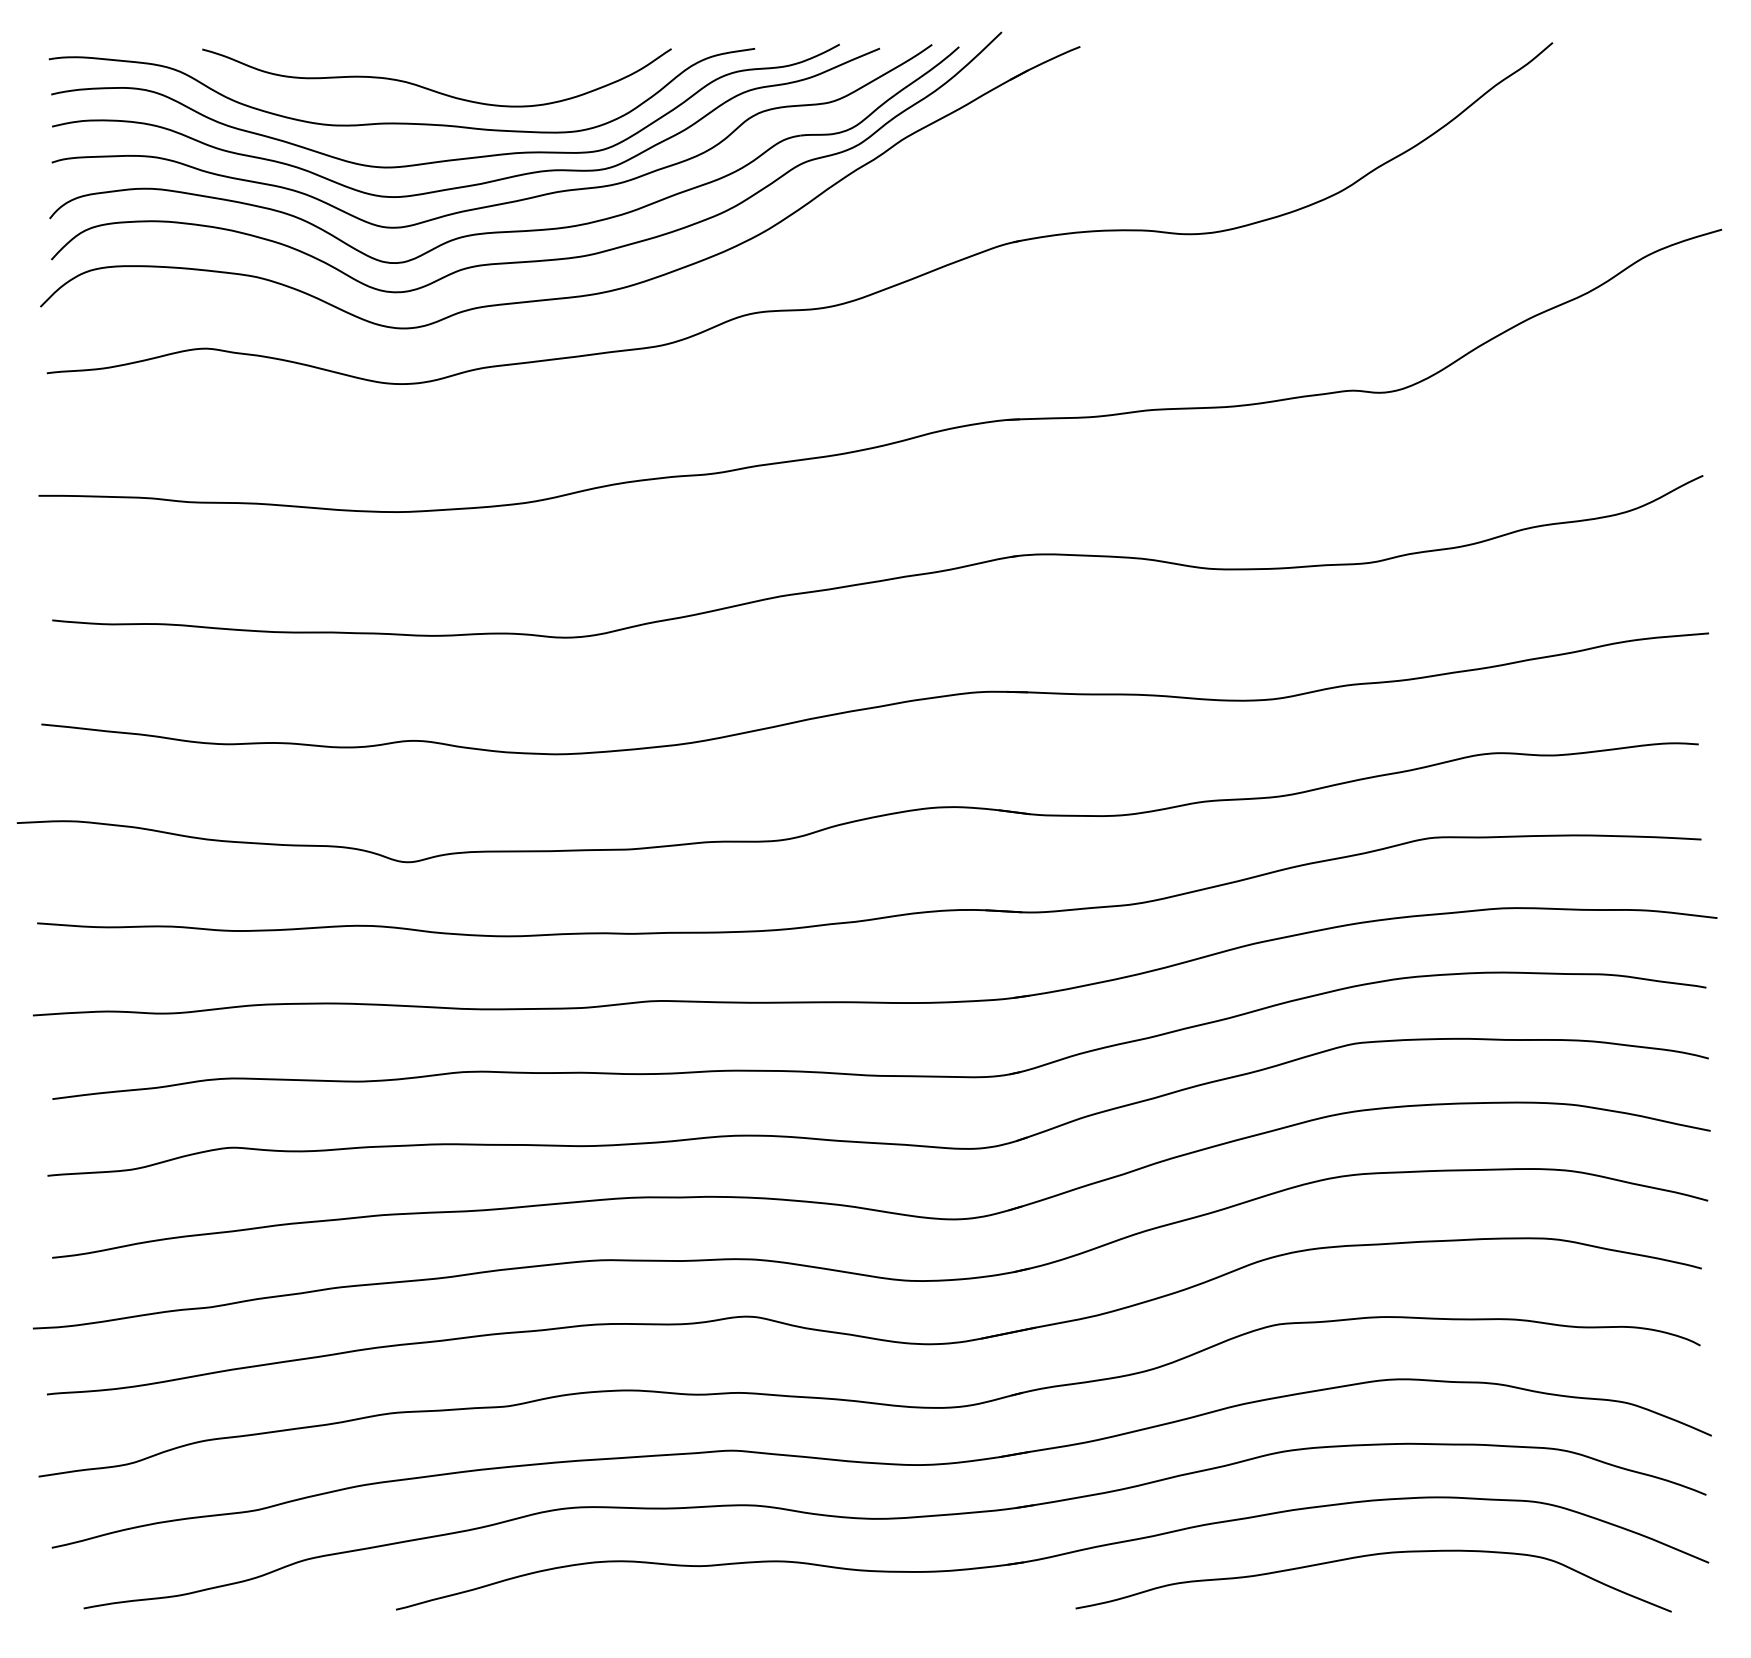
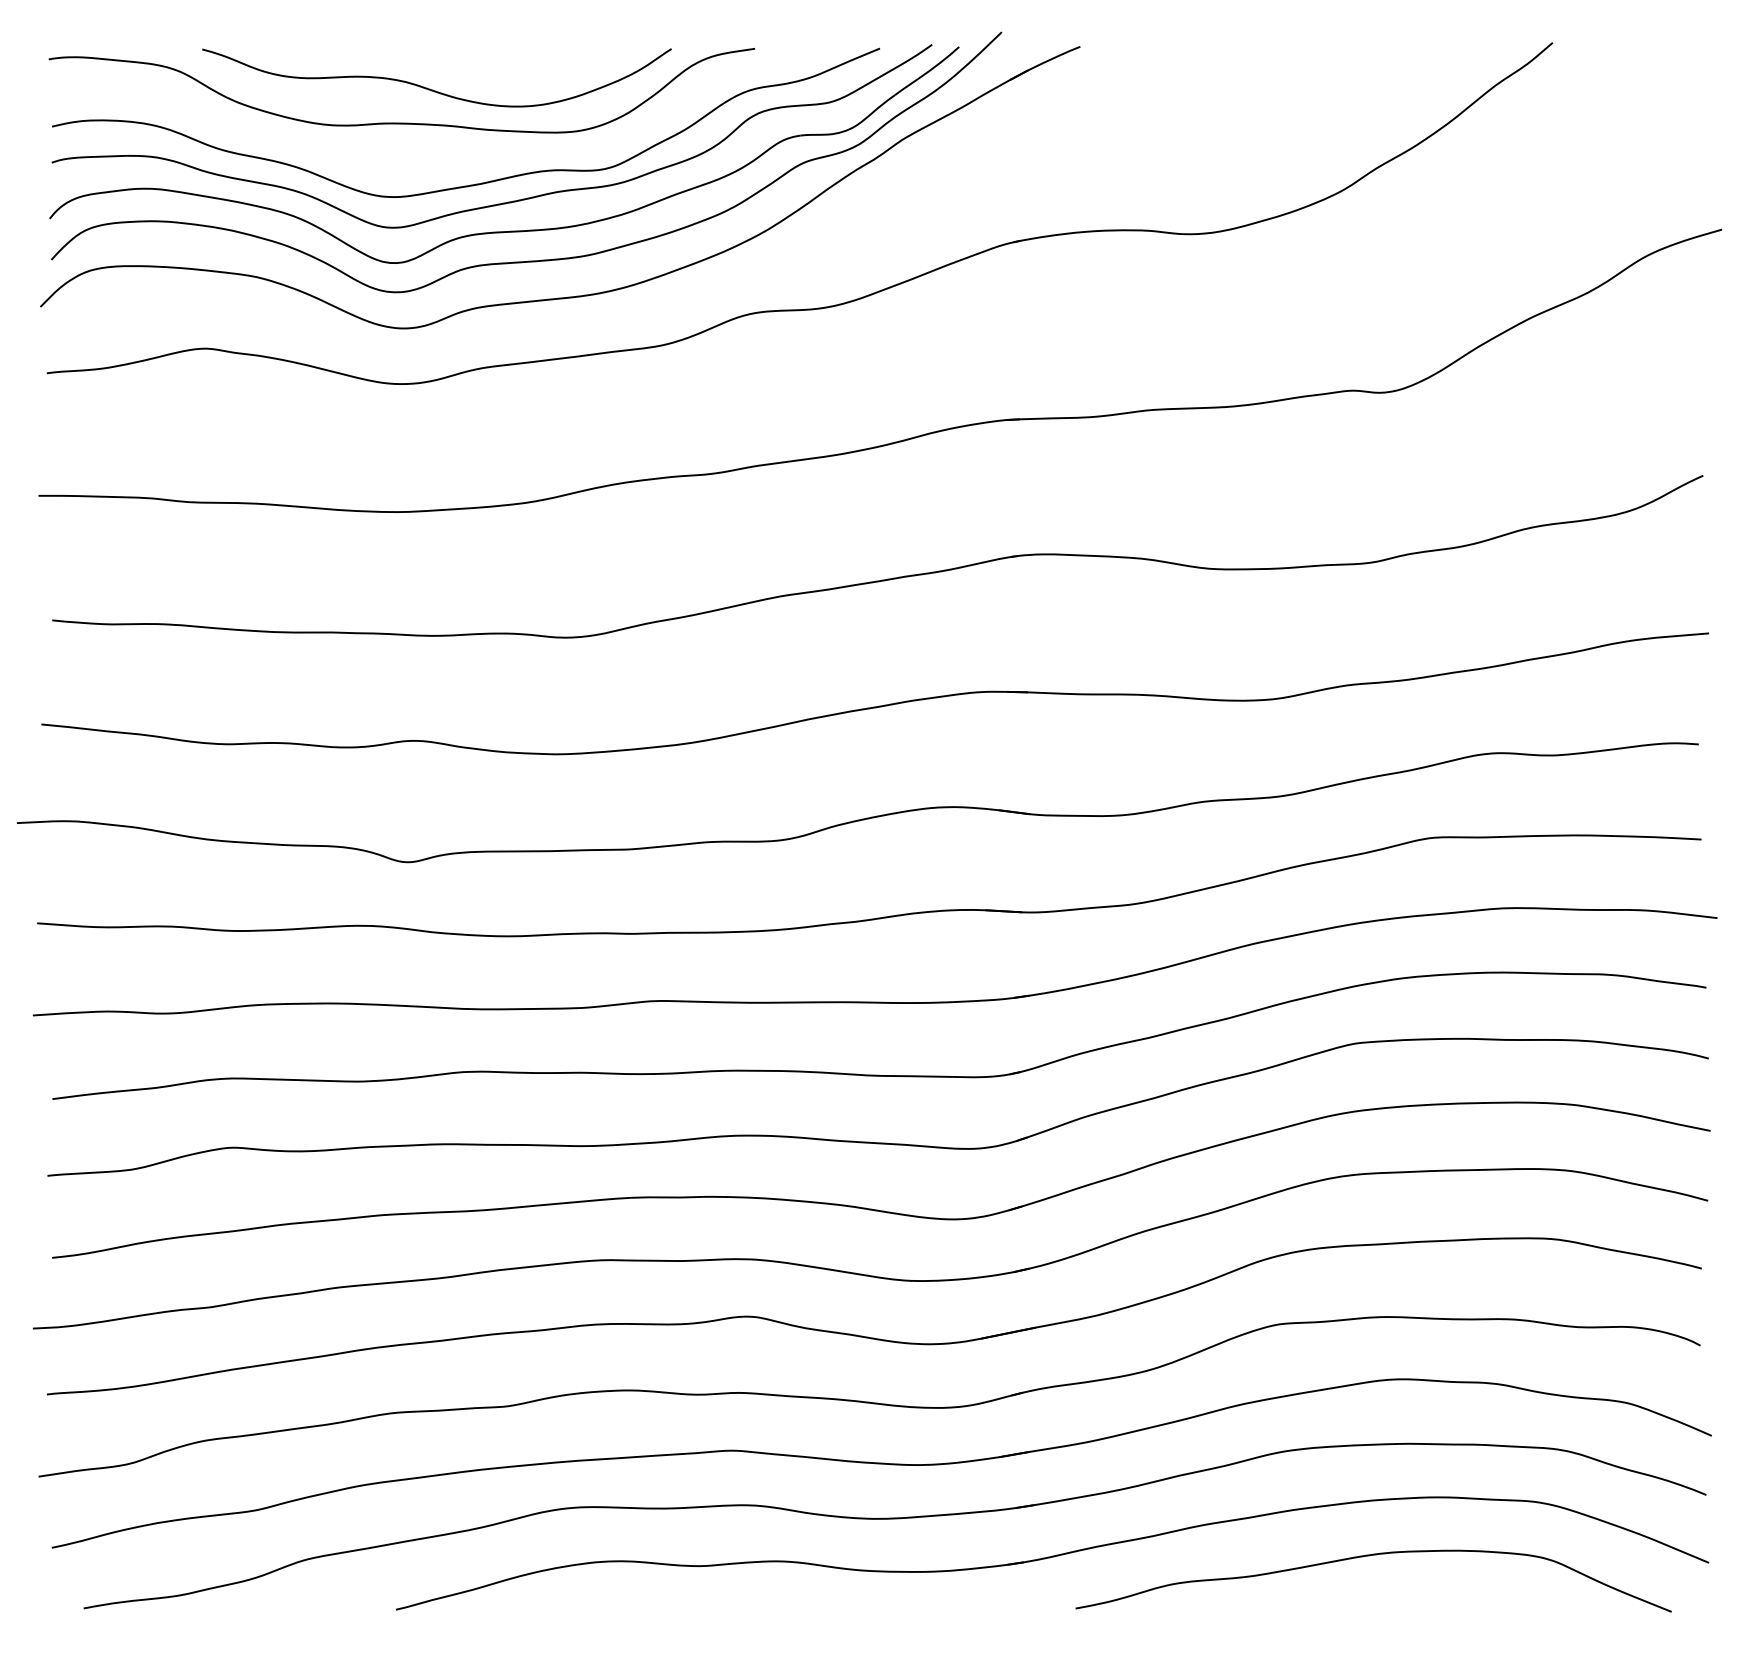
curve at (455, 158): present -> none
